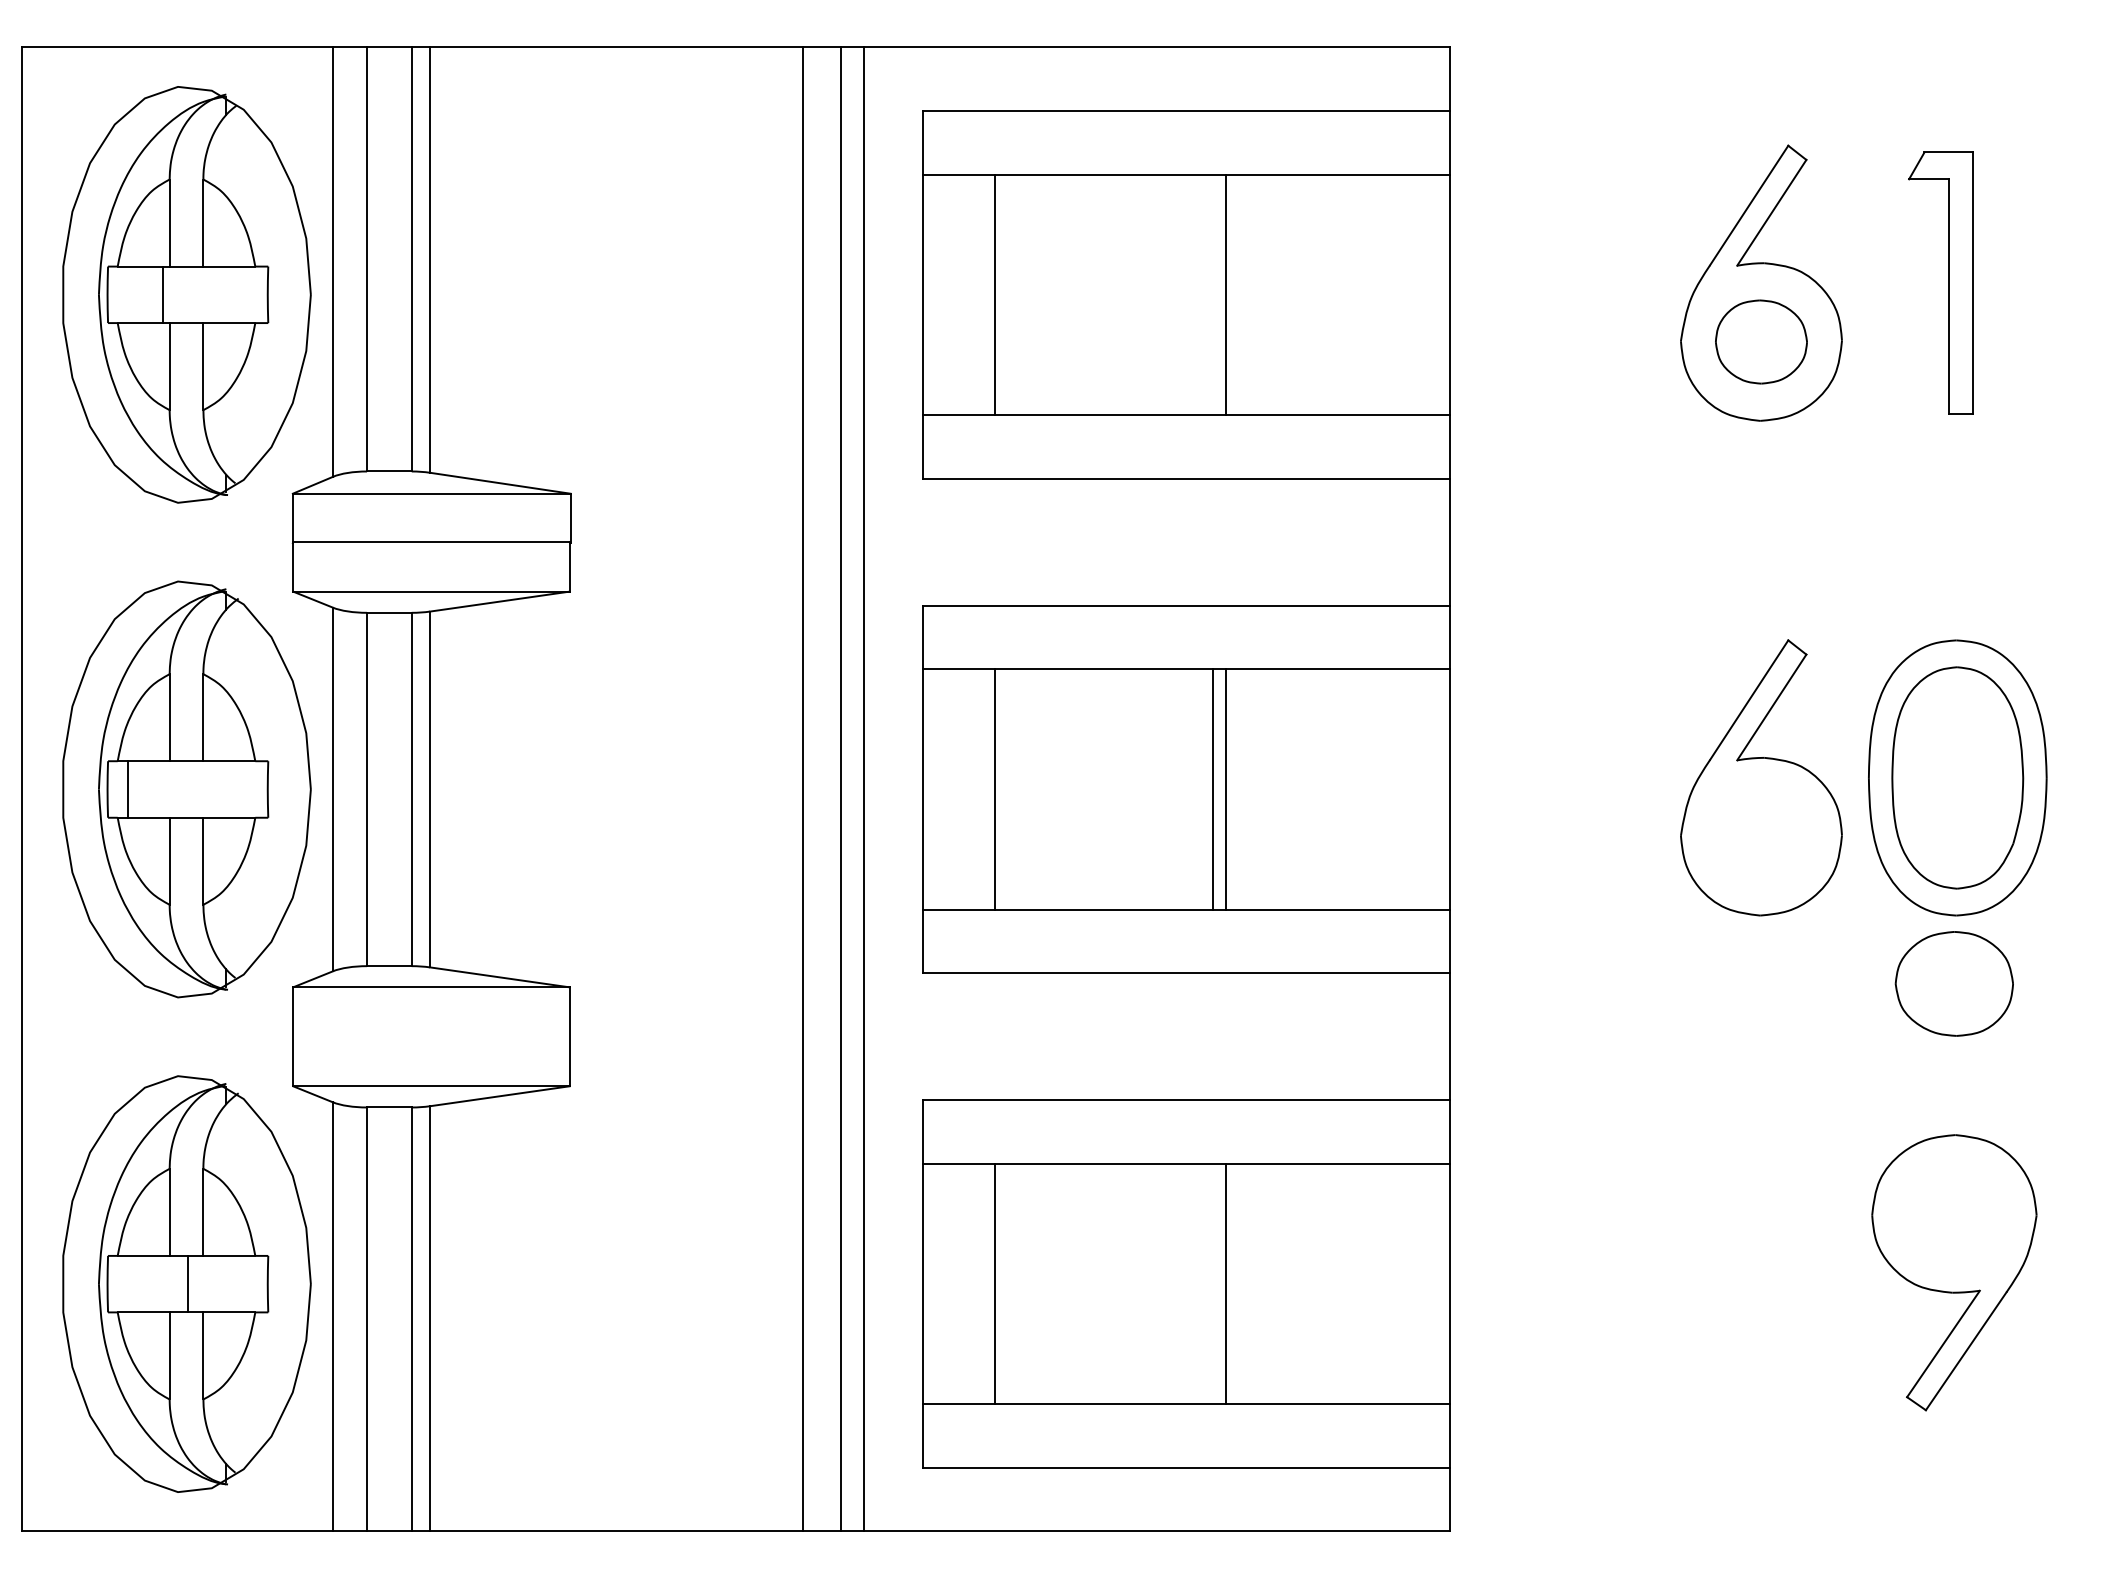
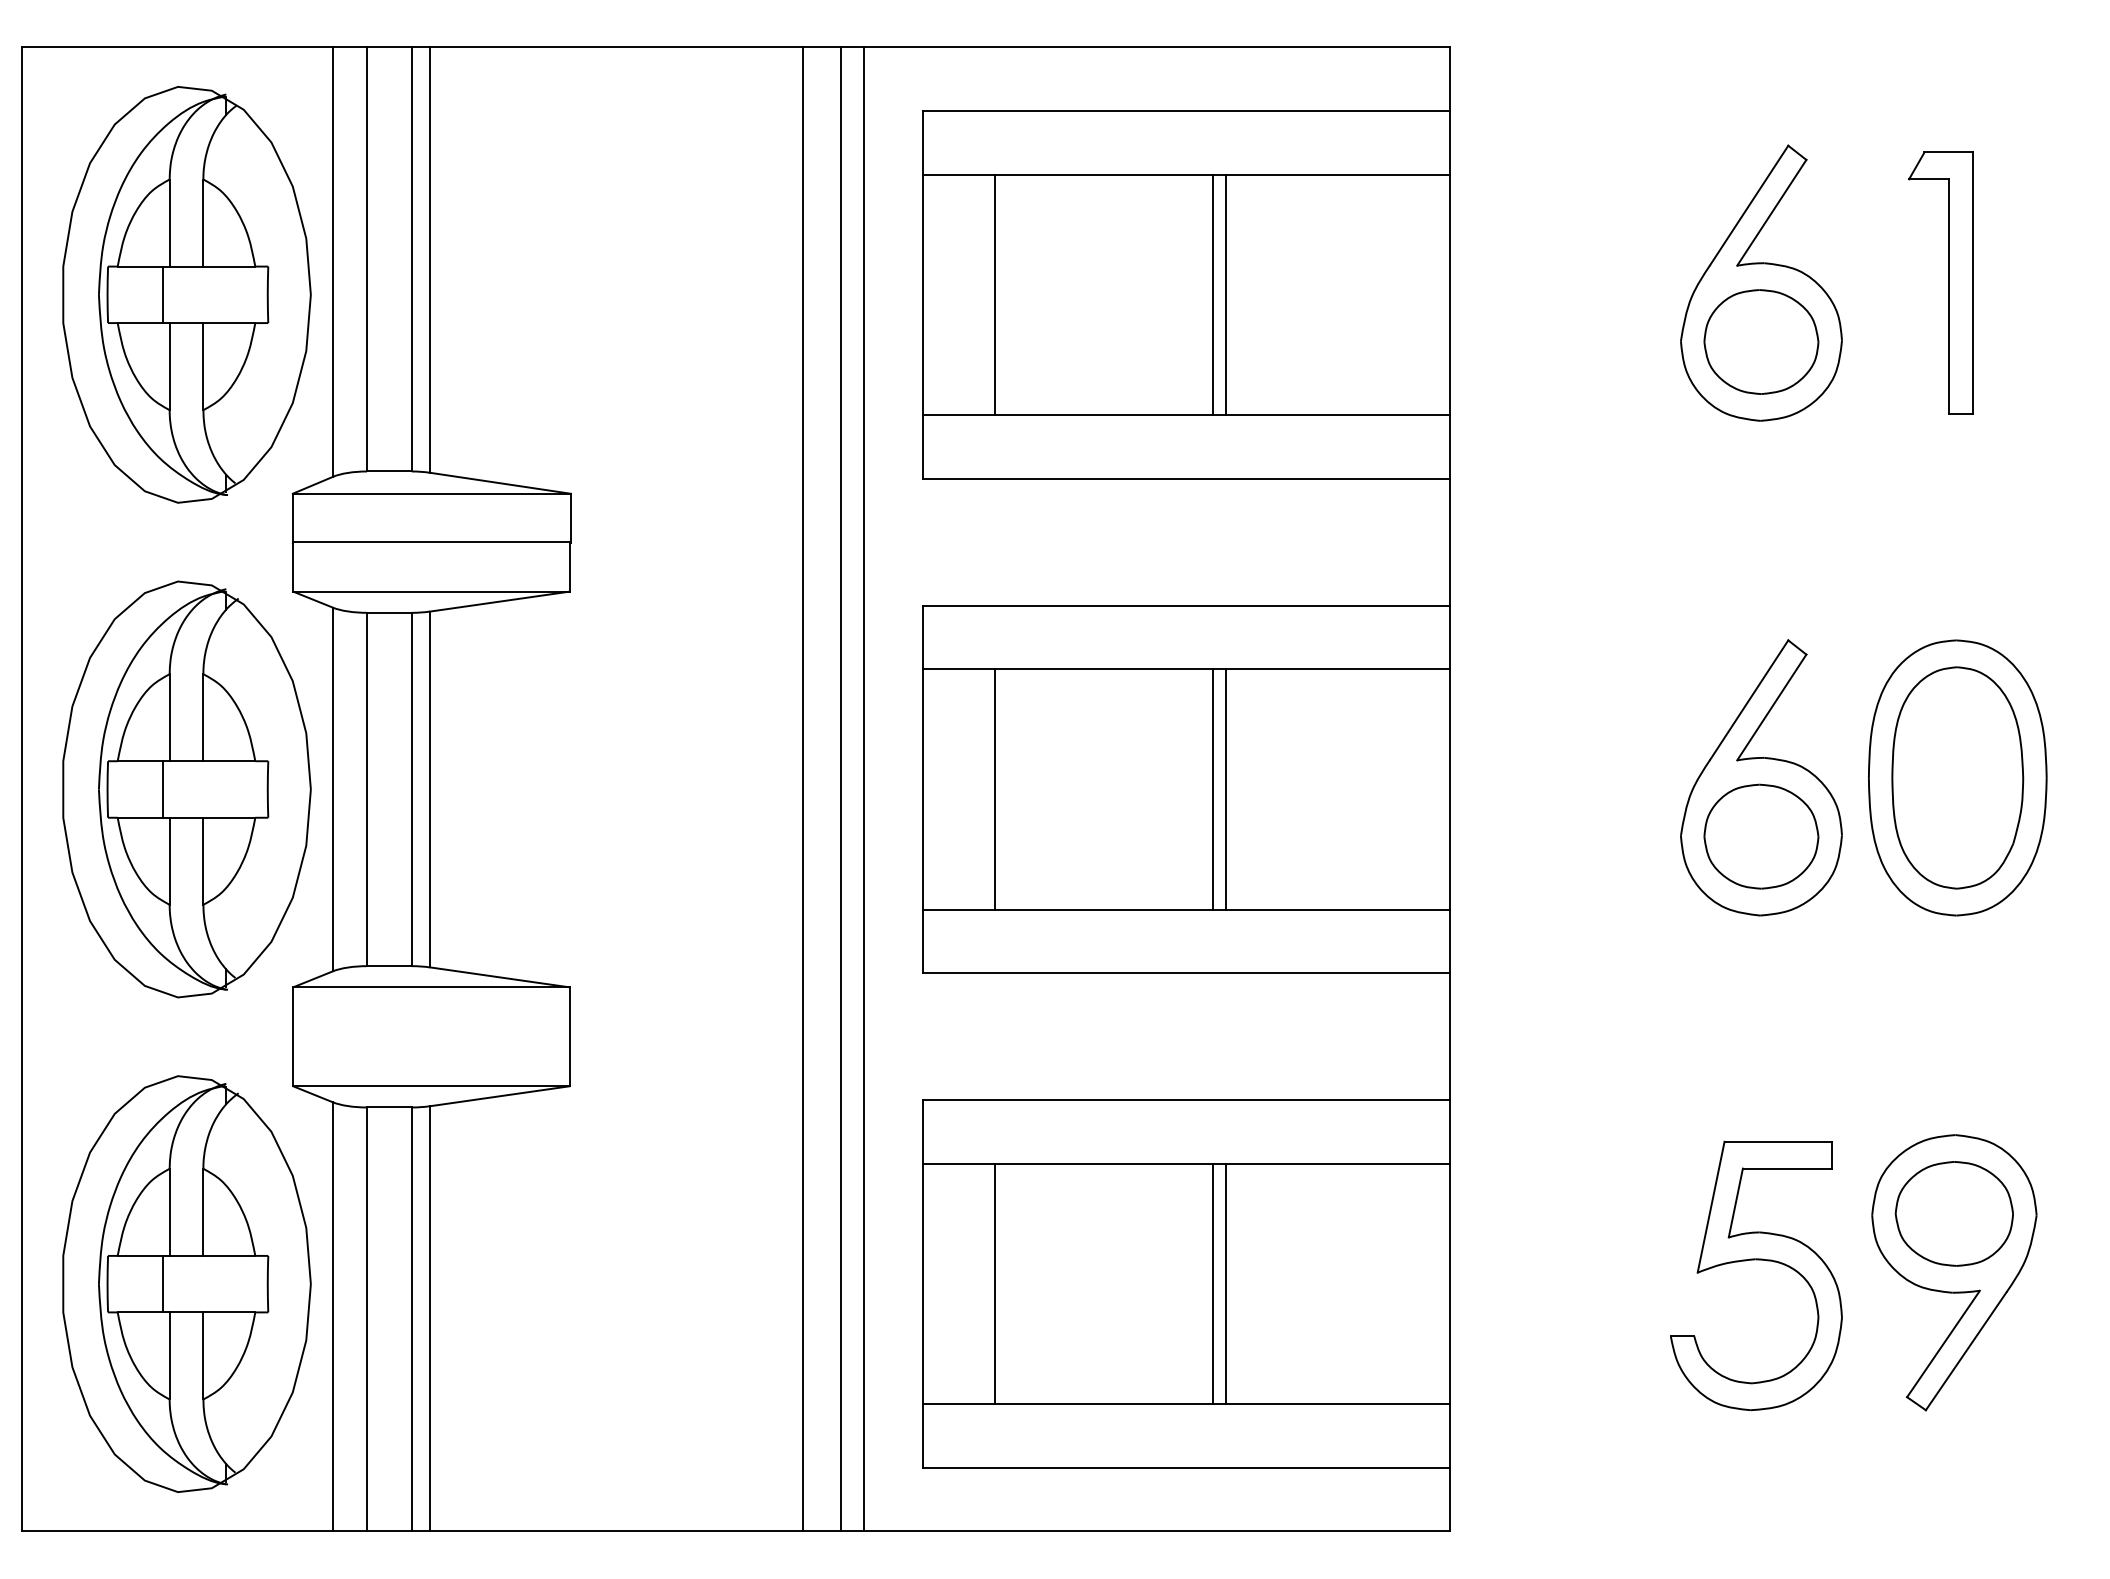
line at (1212, 294): none -> present
part at (1761, 341) size: 93x86 px -> 117x106 px
line at (128, 789) position: (128, 789) -> (163, 789)
part at (1761, 836): none -> present
part at (1953, 983) position: (1953, 983) -> (1953, 1213)
part at (1756, 1260): none -> present
line at (188, 1283) position: (188, 1283) -> (163, 1283)
line at (1212, 1284): none -> present
